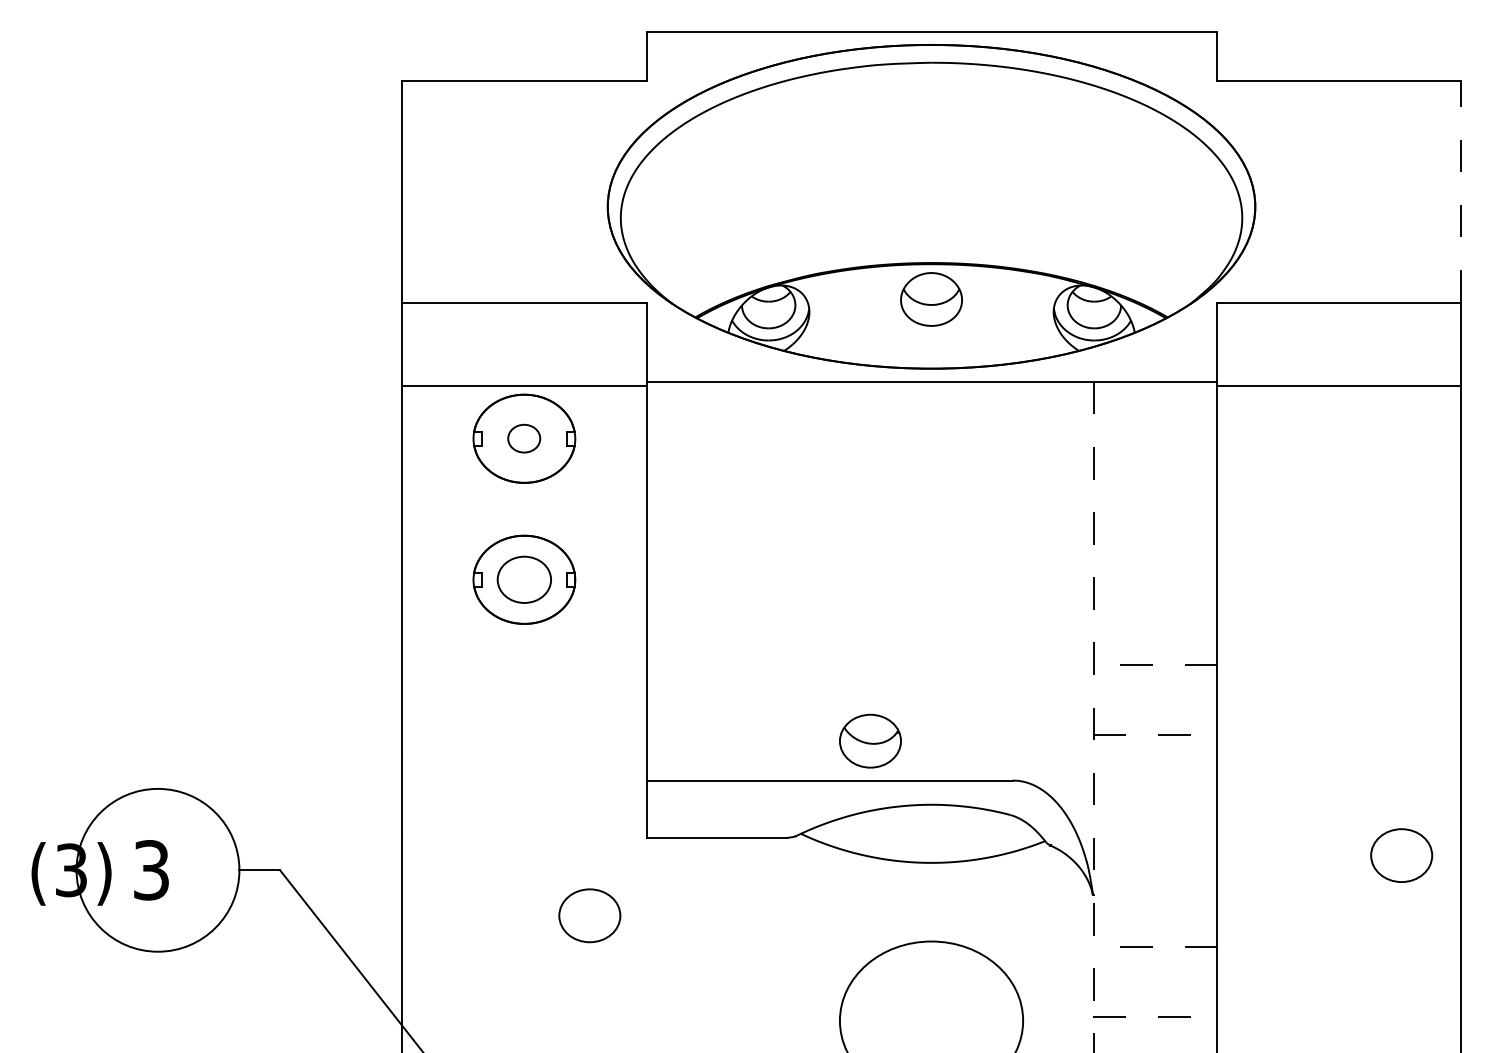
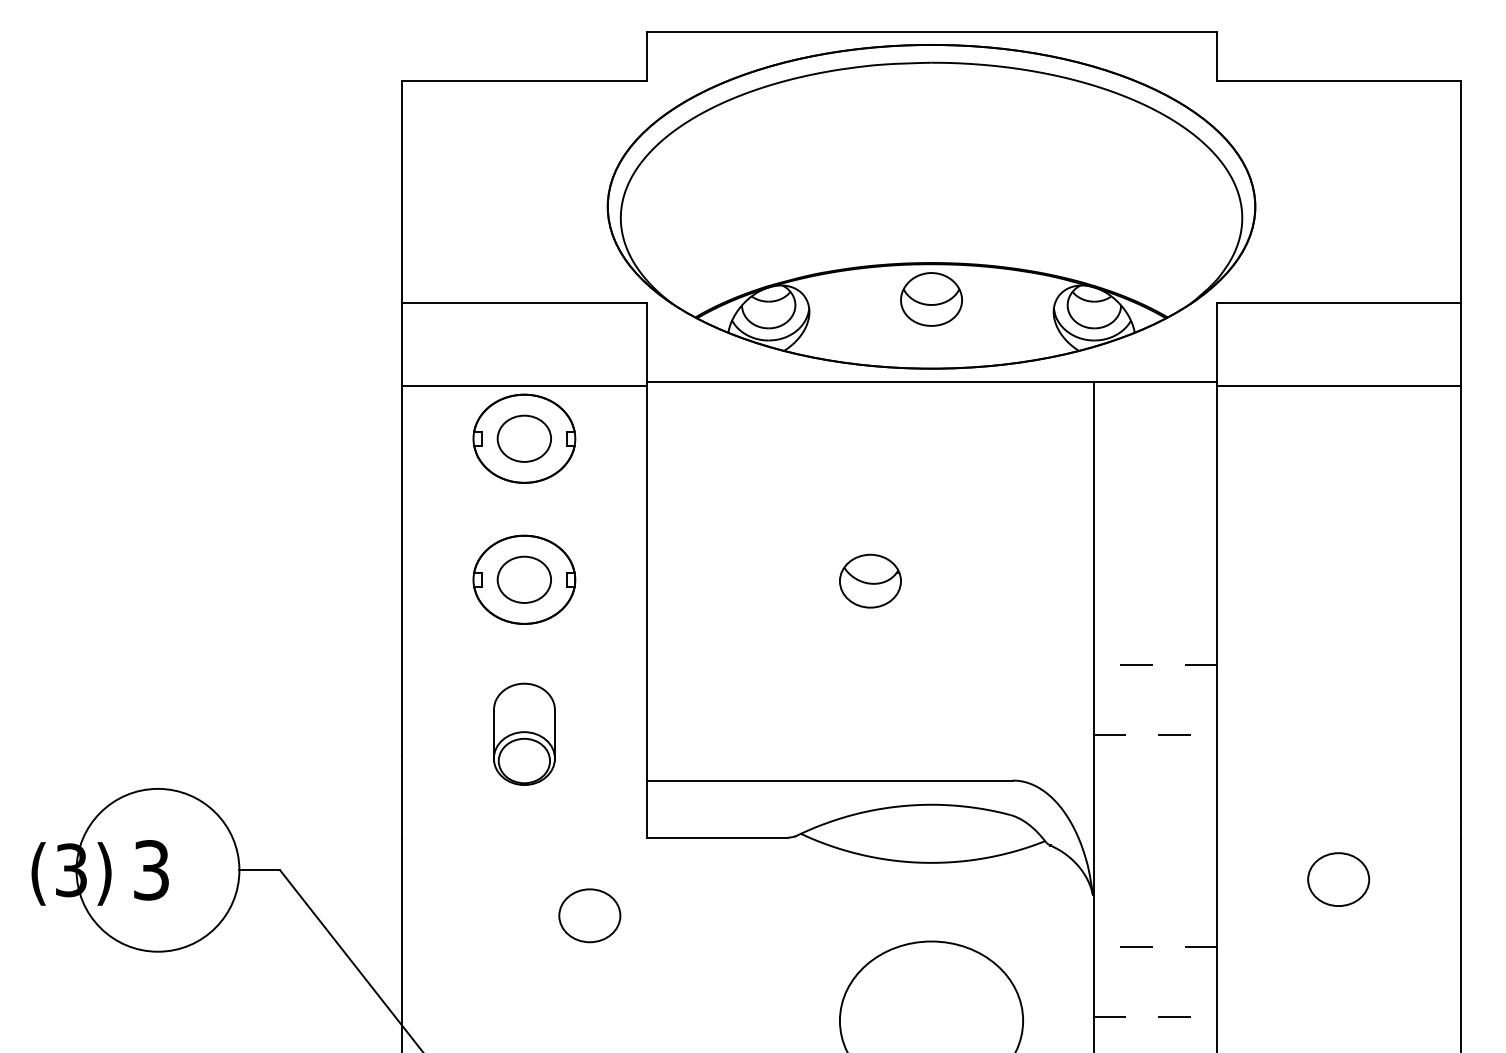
line at (1460, 191): dashed -> solid
part at (524, 438) size: 35x31 px -> 56x49 px
line at (1094, 717): dashed -> solid
part at (524, 733): none -> present
part at (870, 740) position: (870, 740) -> (870, 580)
part at (1401, 855) position: (1401, 855) -> (1338, 879)
